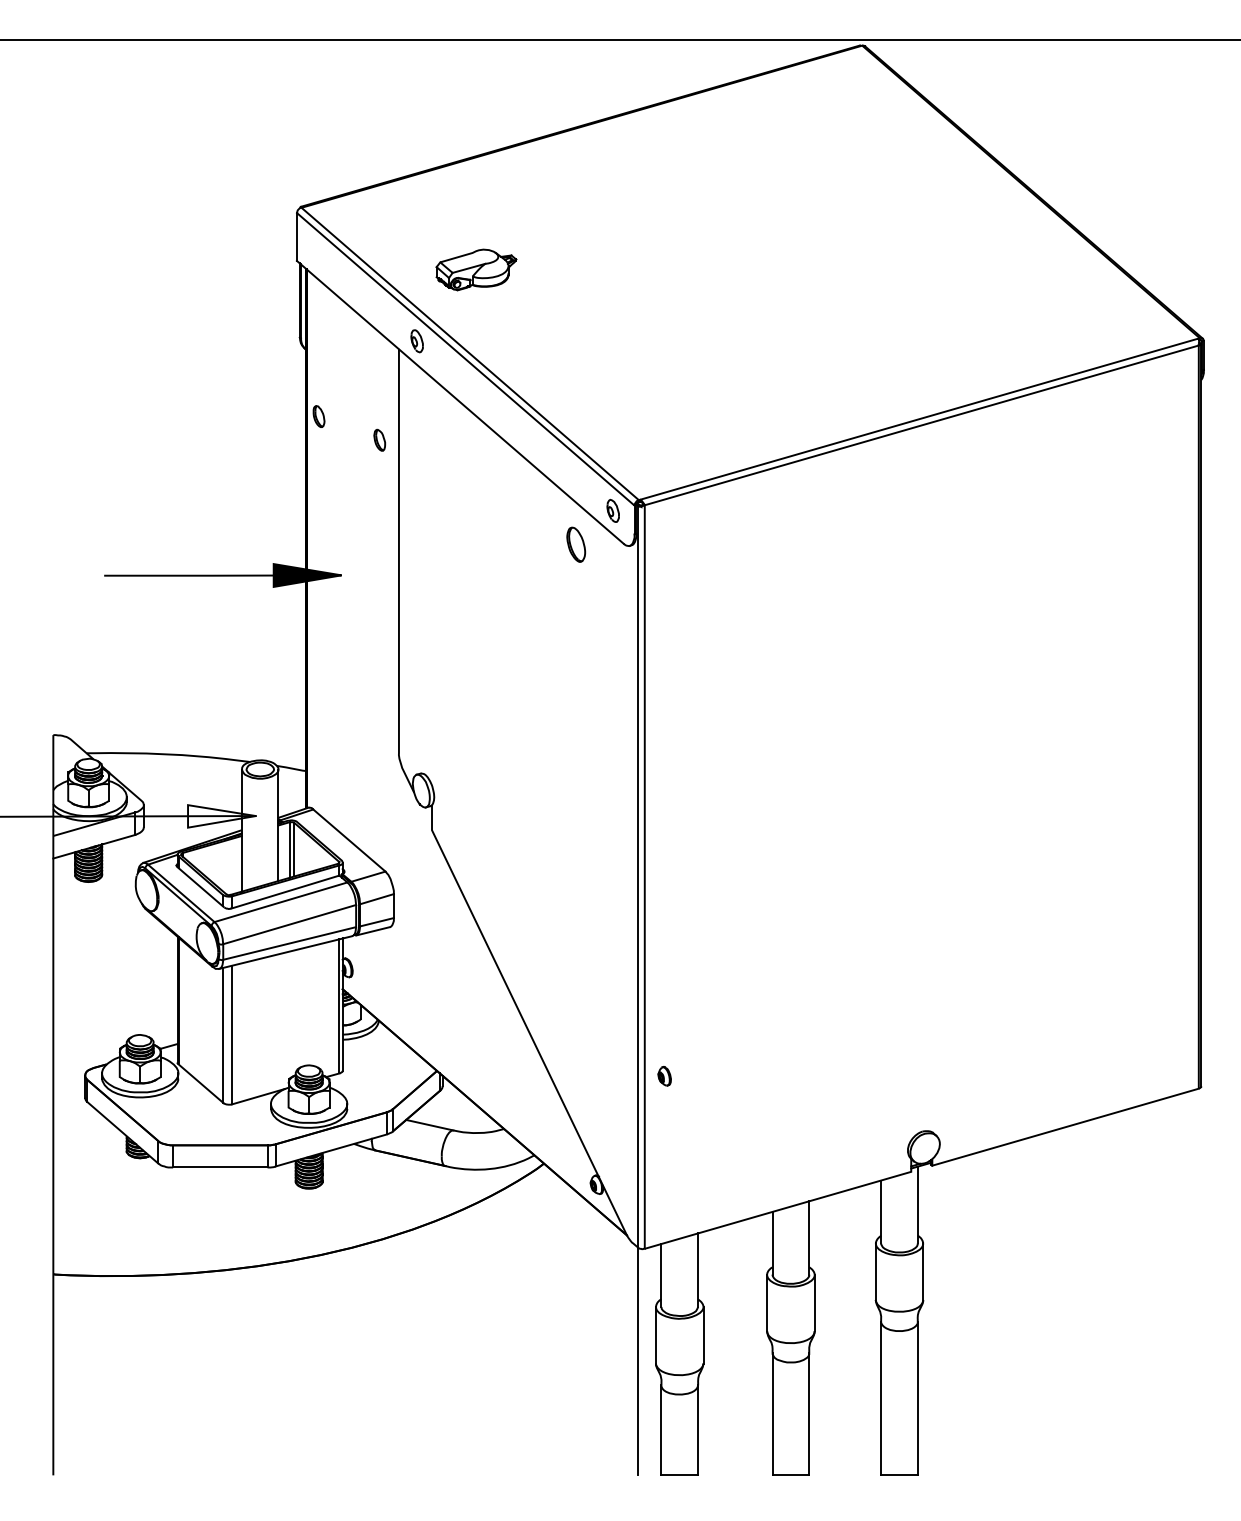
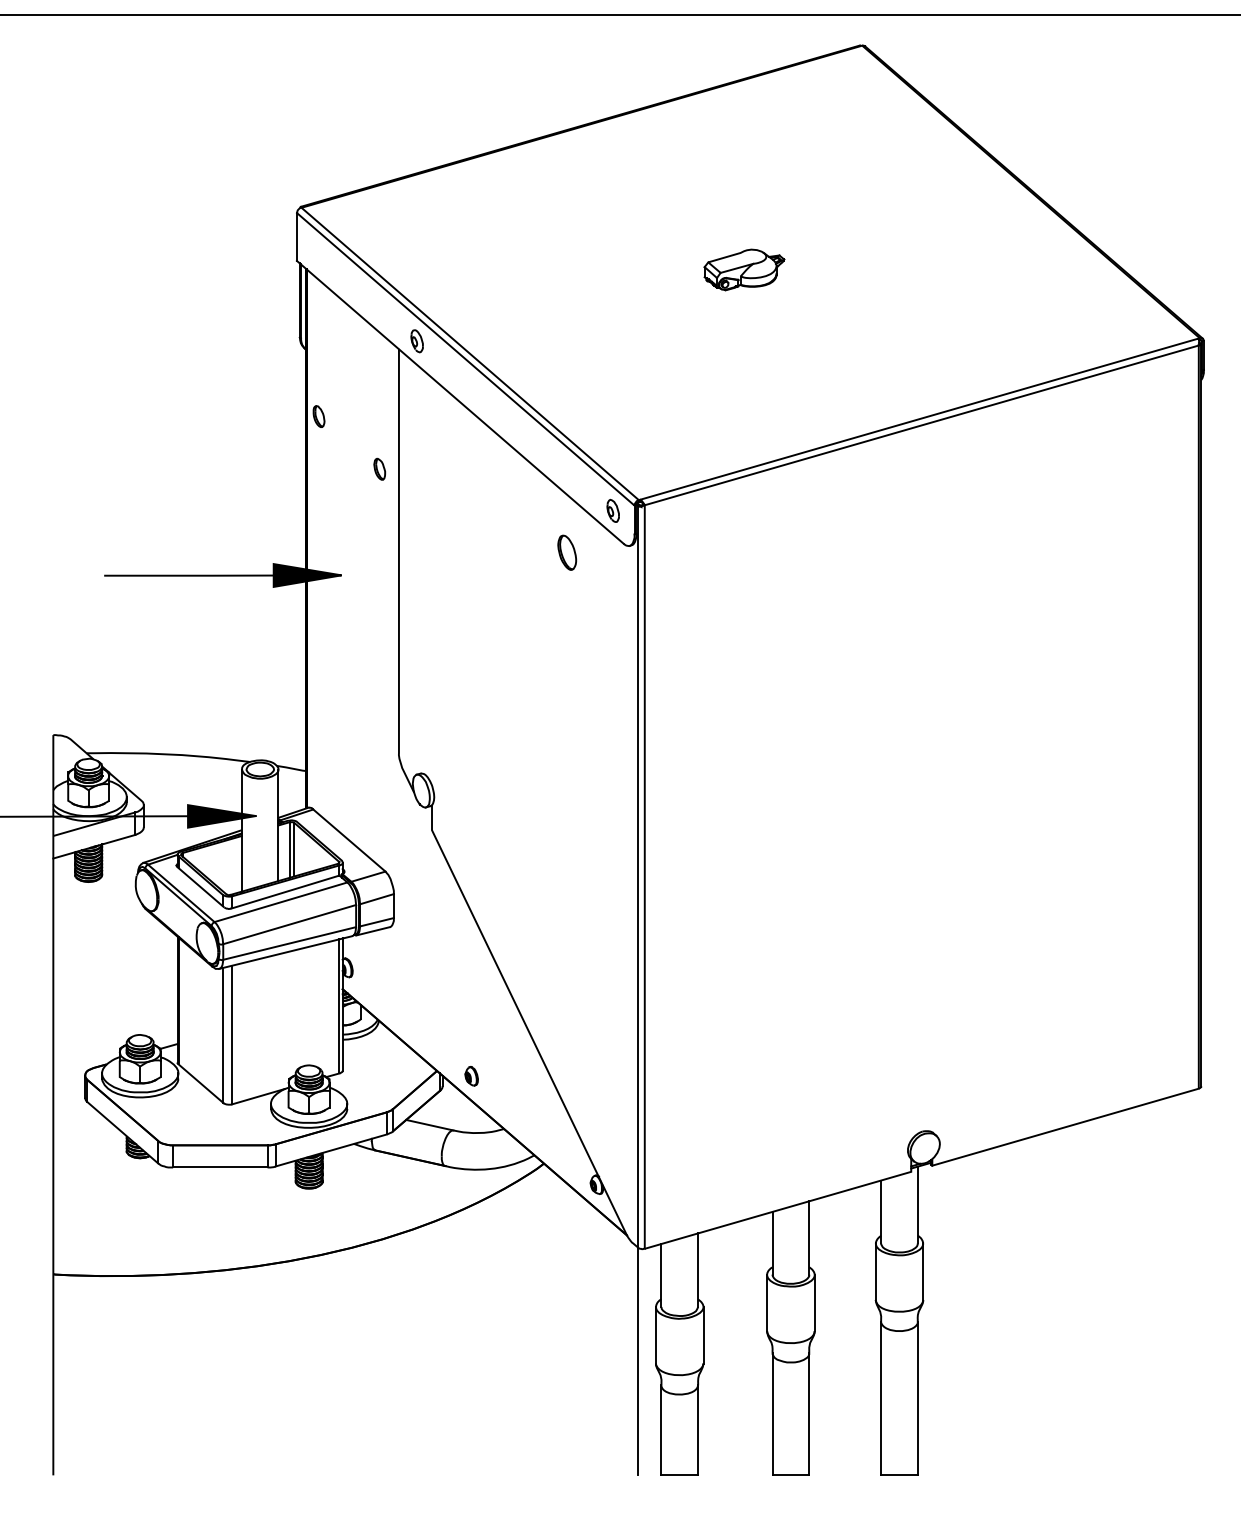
line at (619, 39) position: (619, 39) -> (619, 14)
part at (476, 269) position: (476, 269) -> (744, 269)
part at (379, 439) position: (379, 439) -> (379, 468)
part at (576, 544) position: (576, 544) -> (567, 552)
fill at (221, 816): none -> present
part at (664, 1076) position: (664, 1076) -> (471, 1076)
